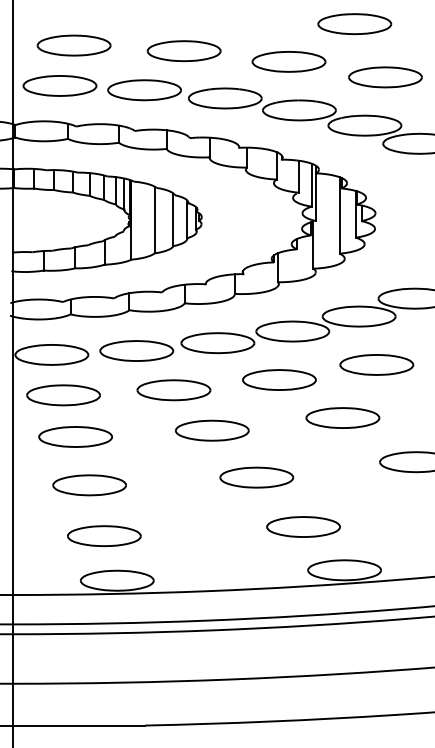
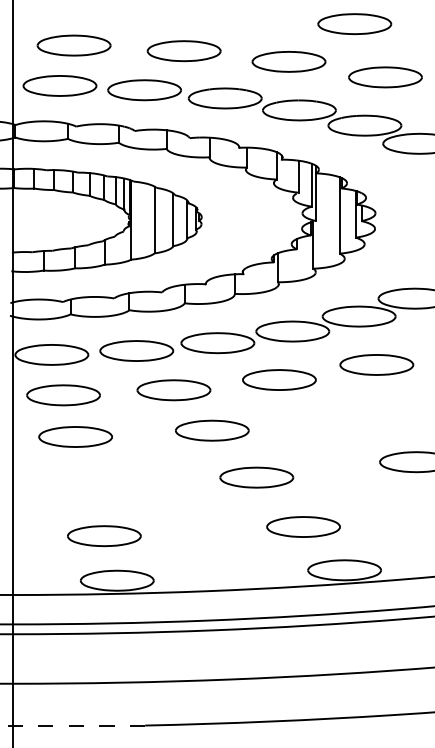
part at (342, 417): present -> none
part at (89, 485): present -> none
line at (72, 725): solid -> dashed
